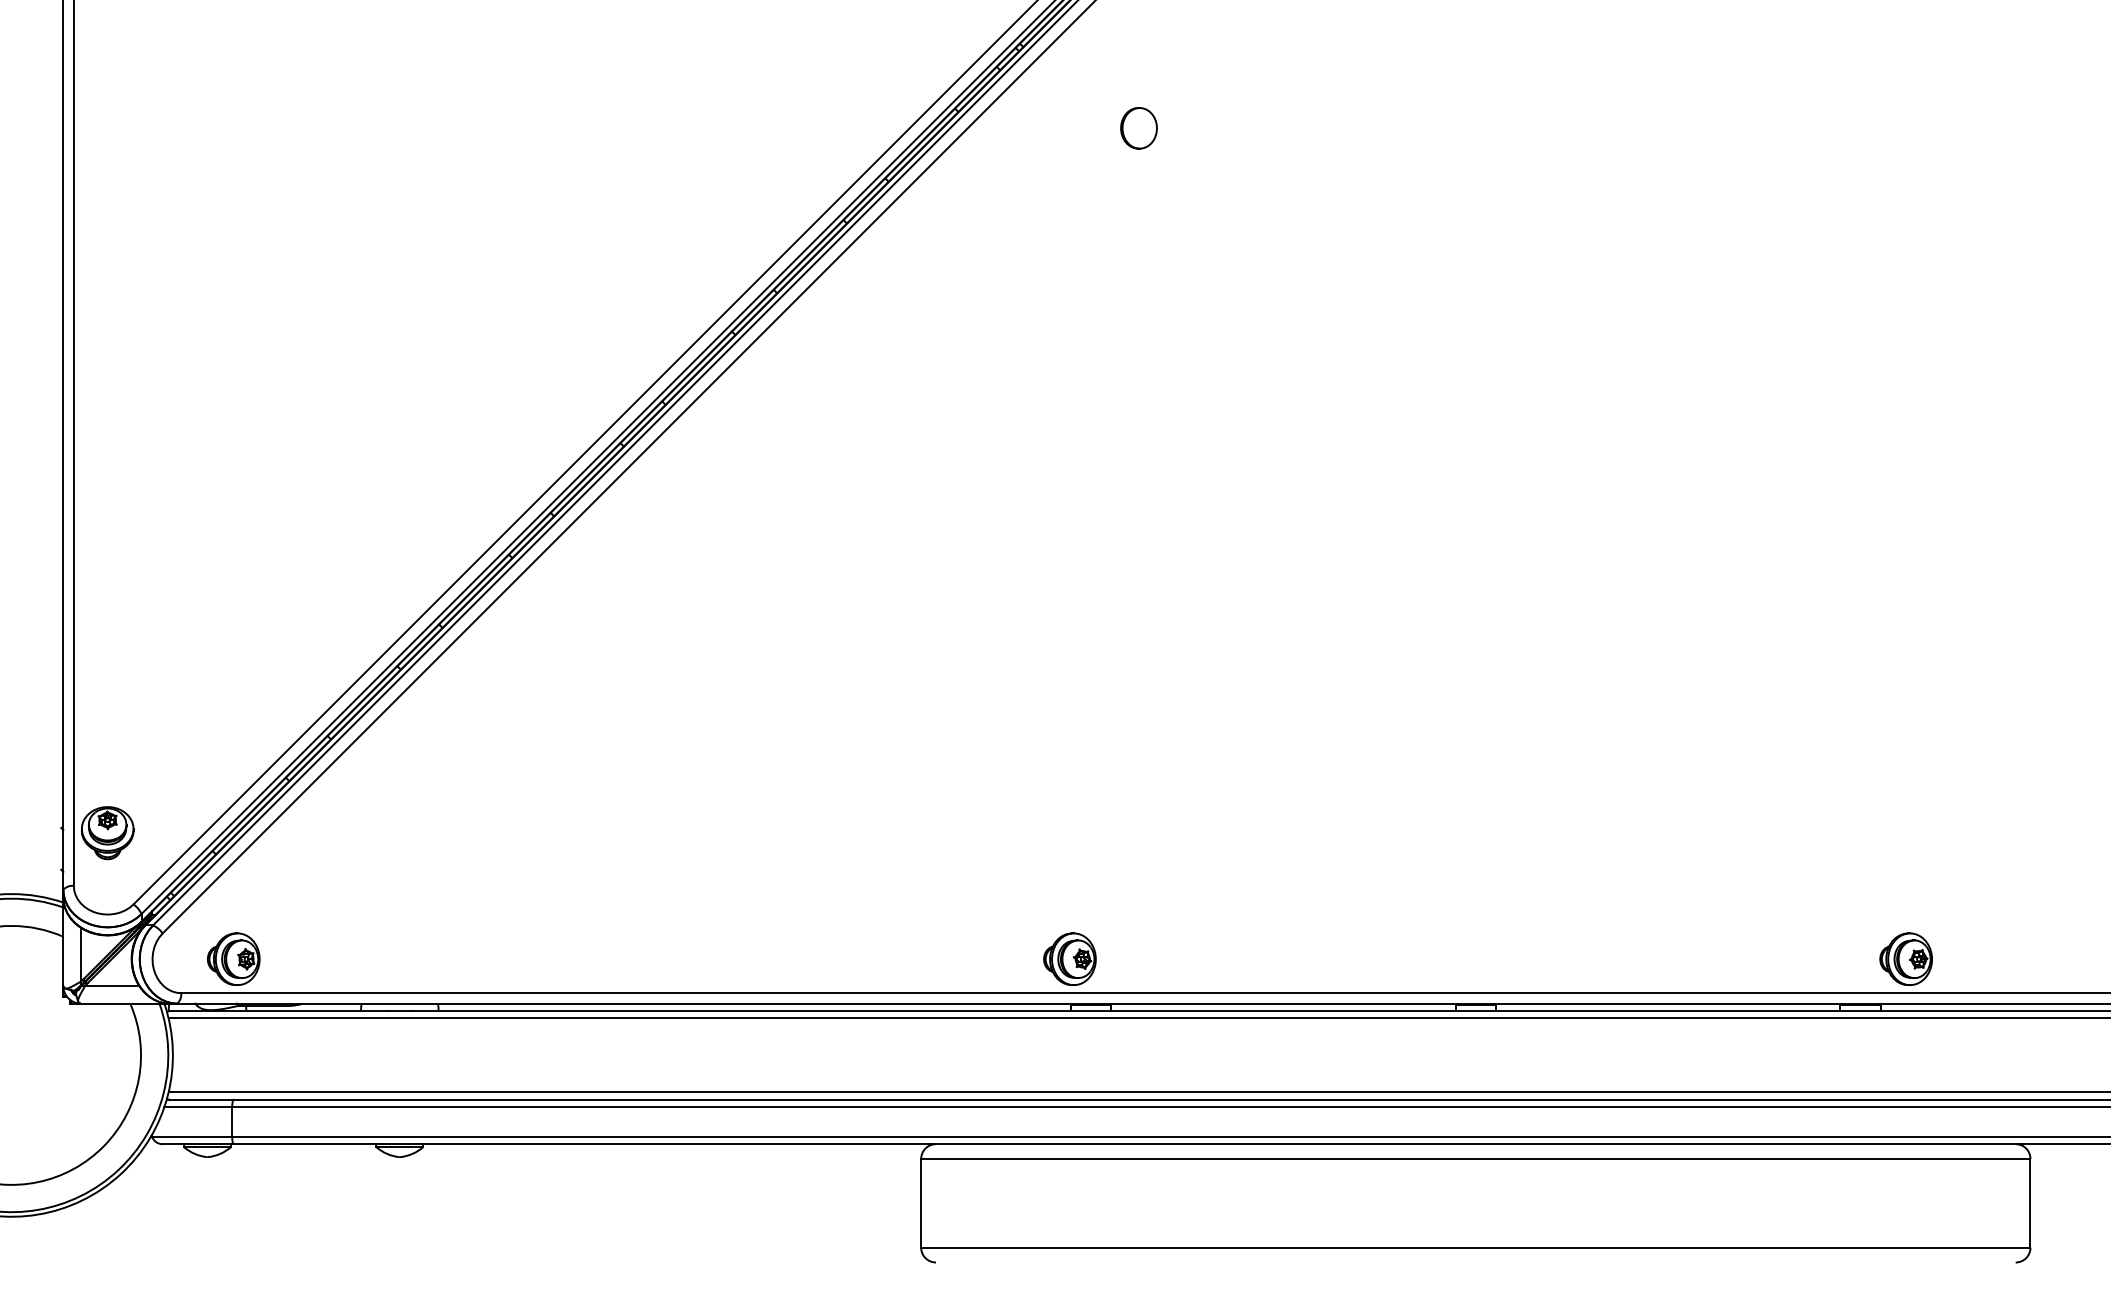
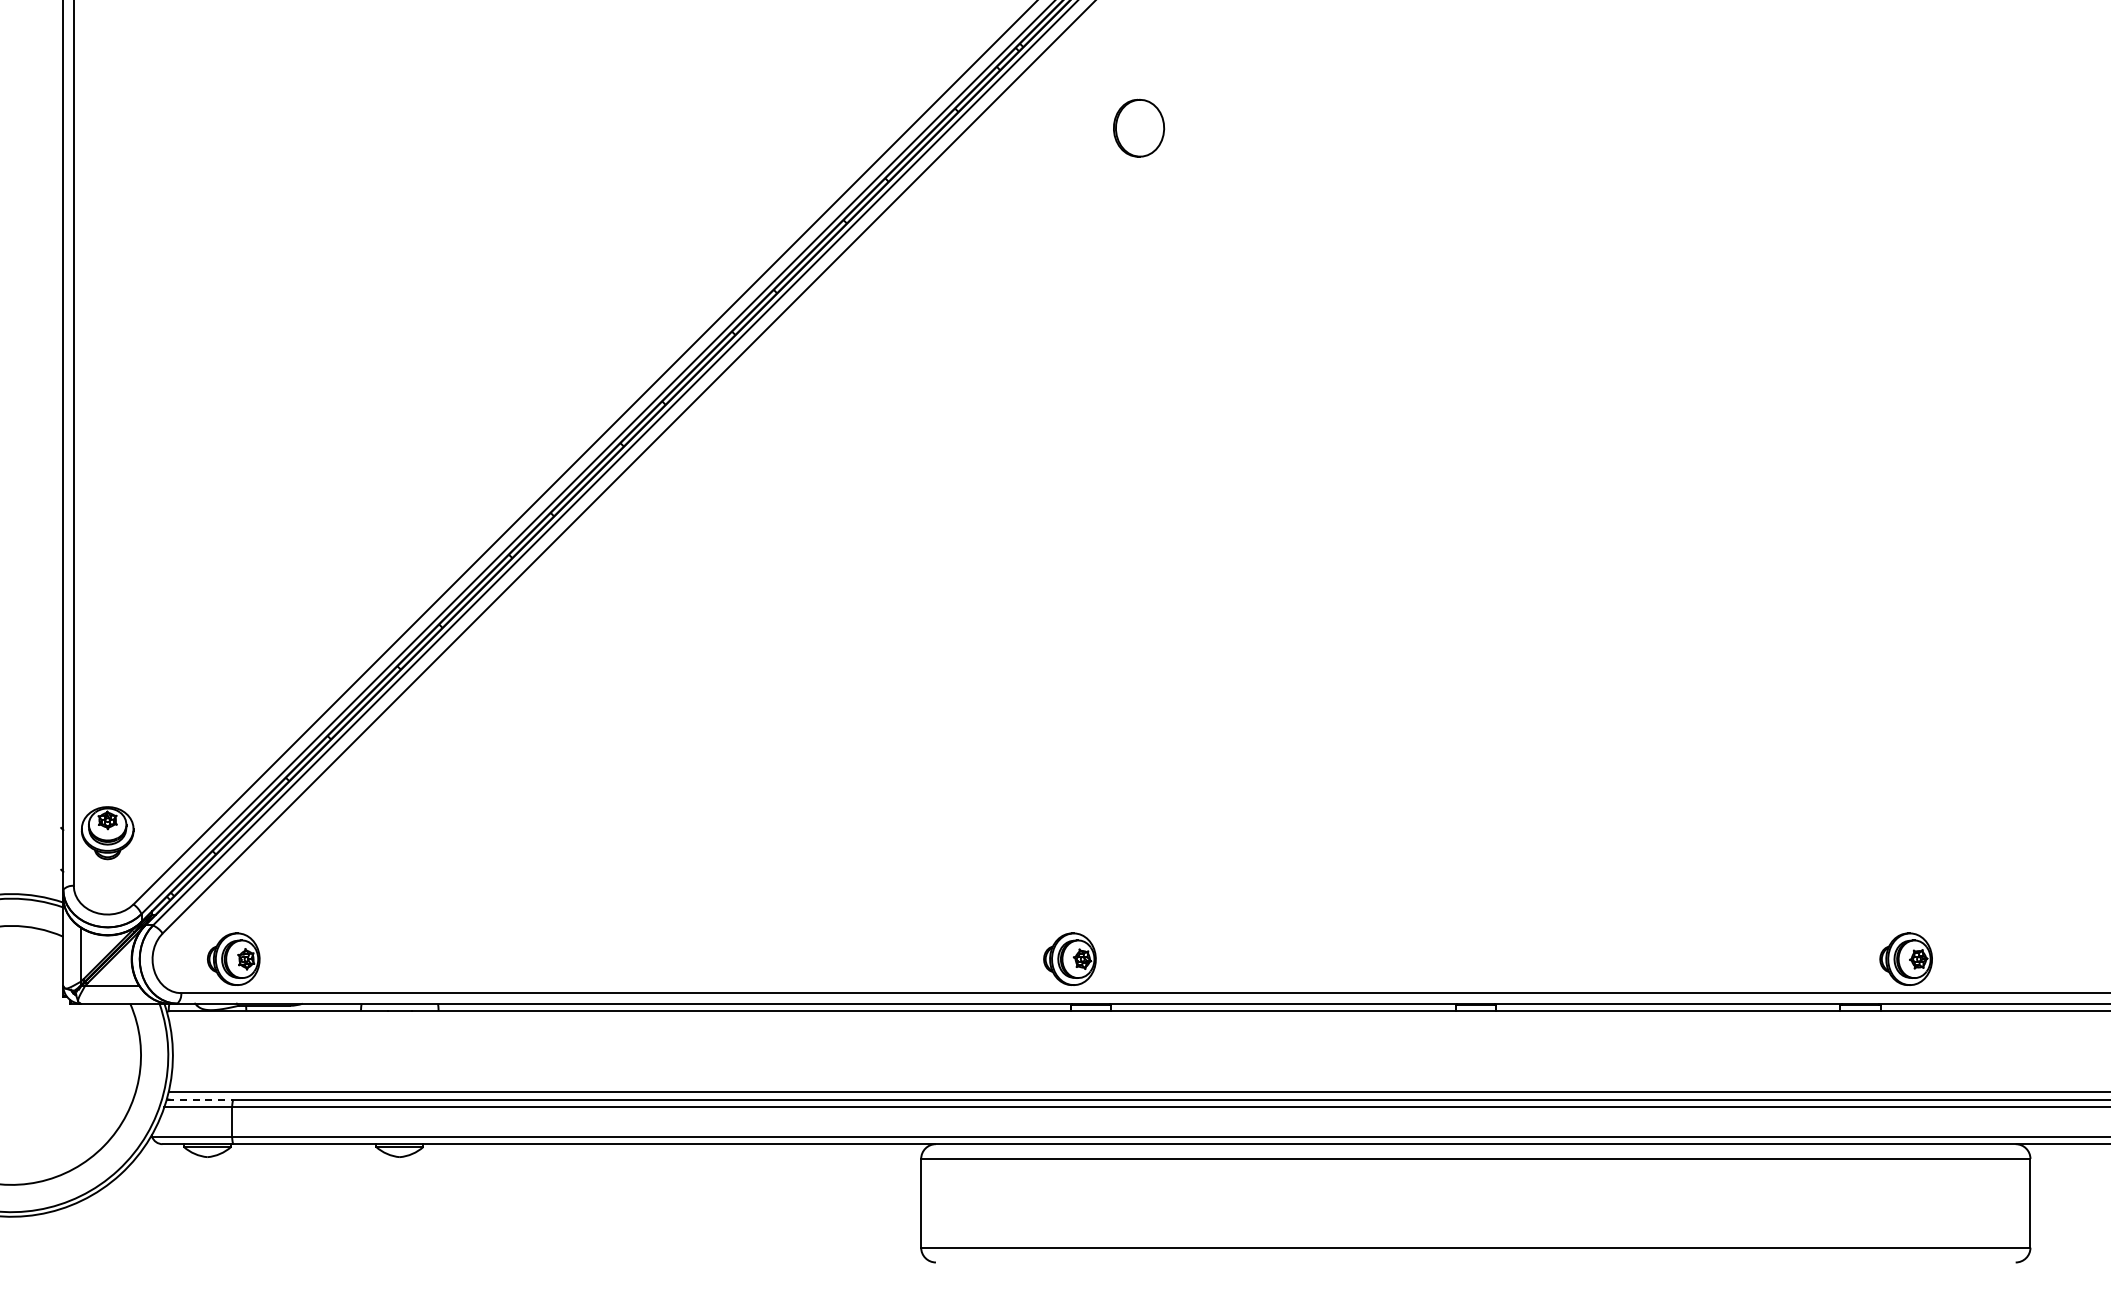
part at (1138, 128) size: 38x43 px -> 53x60 px
line at (1137, 1018): present -> none
line at (200, 1099): solid -> dashed
